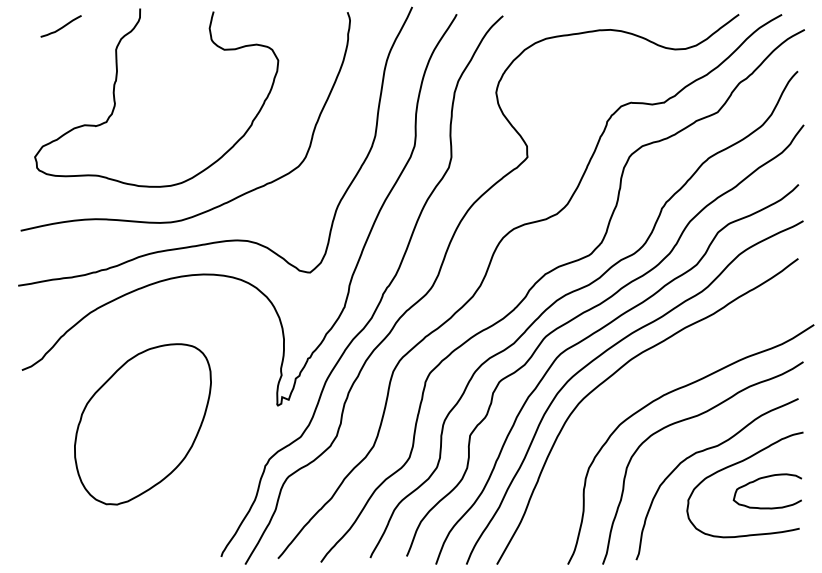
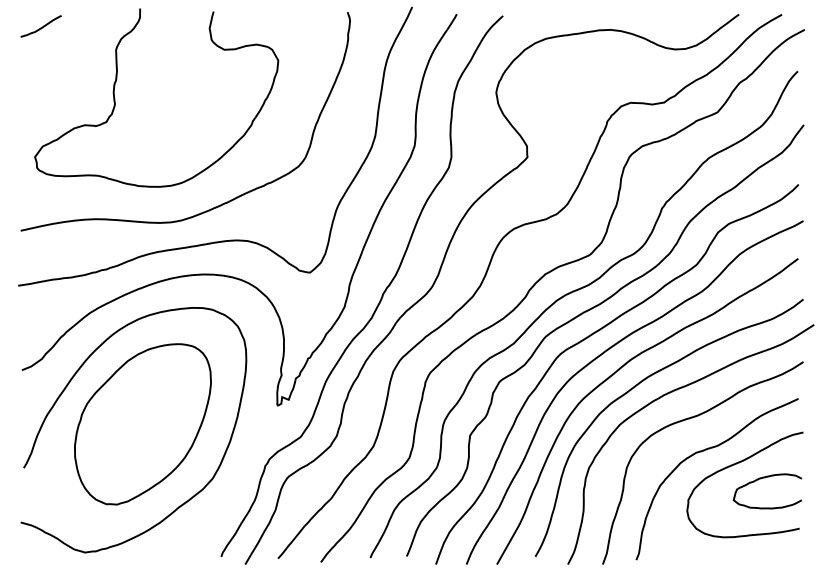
curve at (60, 27) position: (60, 27) -> (40, 27)
curve at (68, 385): none -> present
curve at (638, 385): none -> present
